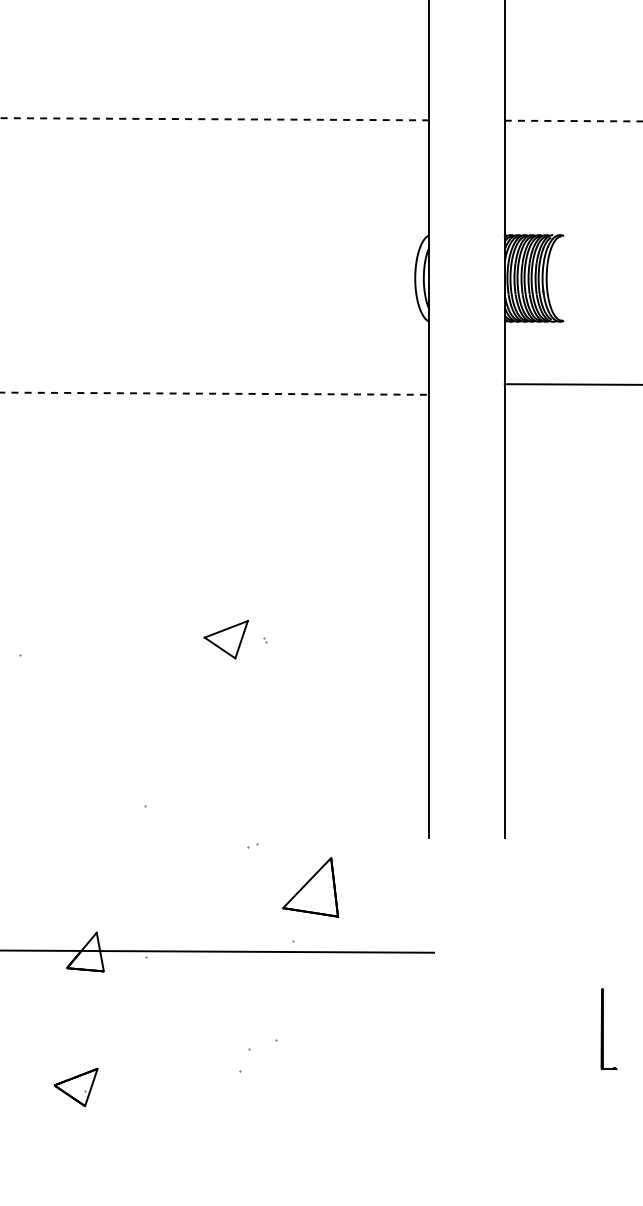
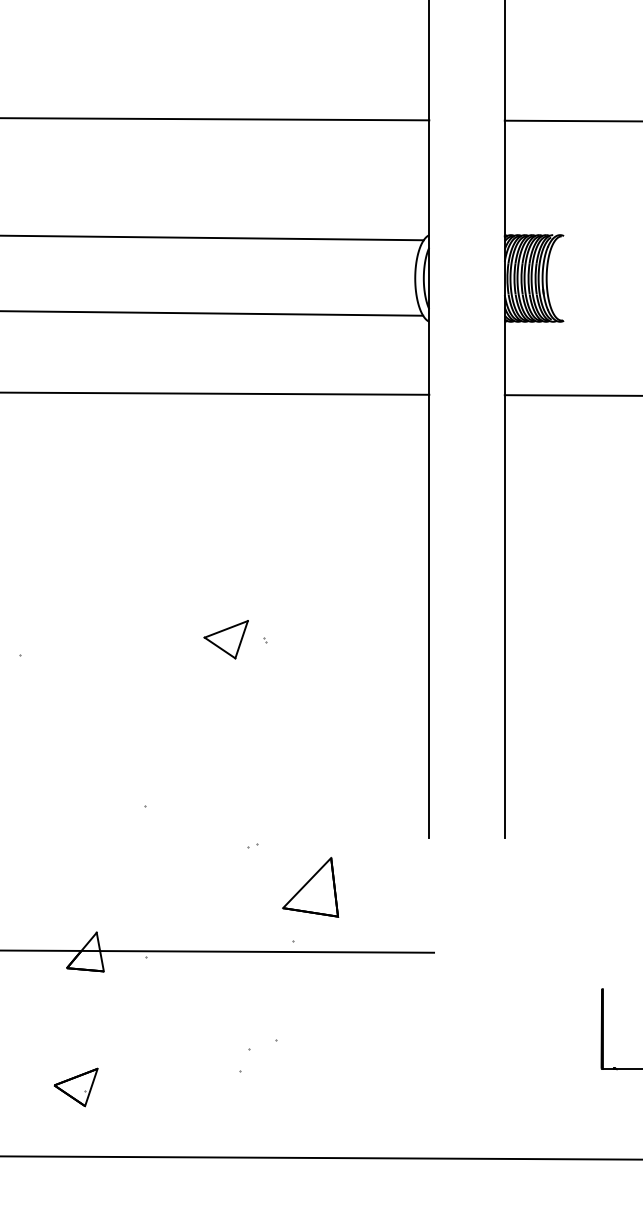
line at (215, 119): dashed -> solid
line at (573, 121): dashed -> solid
line at (212, 237): none -> present
line at (212, 313): none -> present
line at (571, 384) position: (571, 384) -> (571, 395)
line at (215, 393): dashed -> solid
line at (627, 1069): none -> present
line at (320, 1157): none -> present
